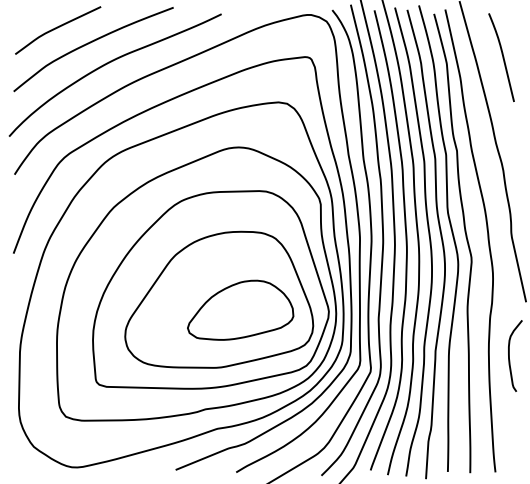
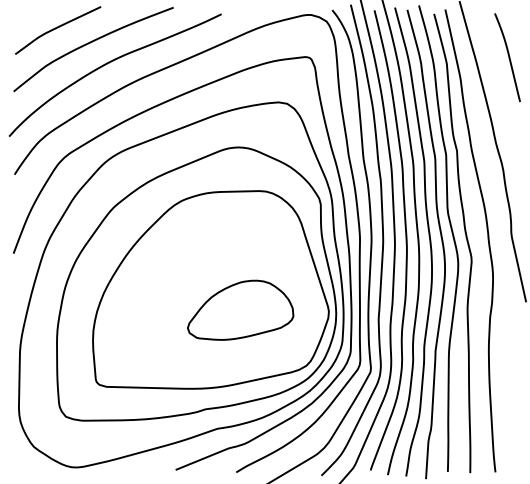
curve at (502, 57) position: (502, 57) -> (508, 57)
part at (219, 299): present -> none
curve at (509, 355): present -> none
